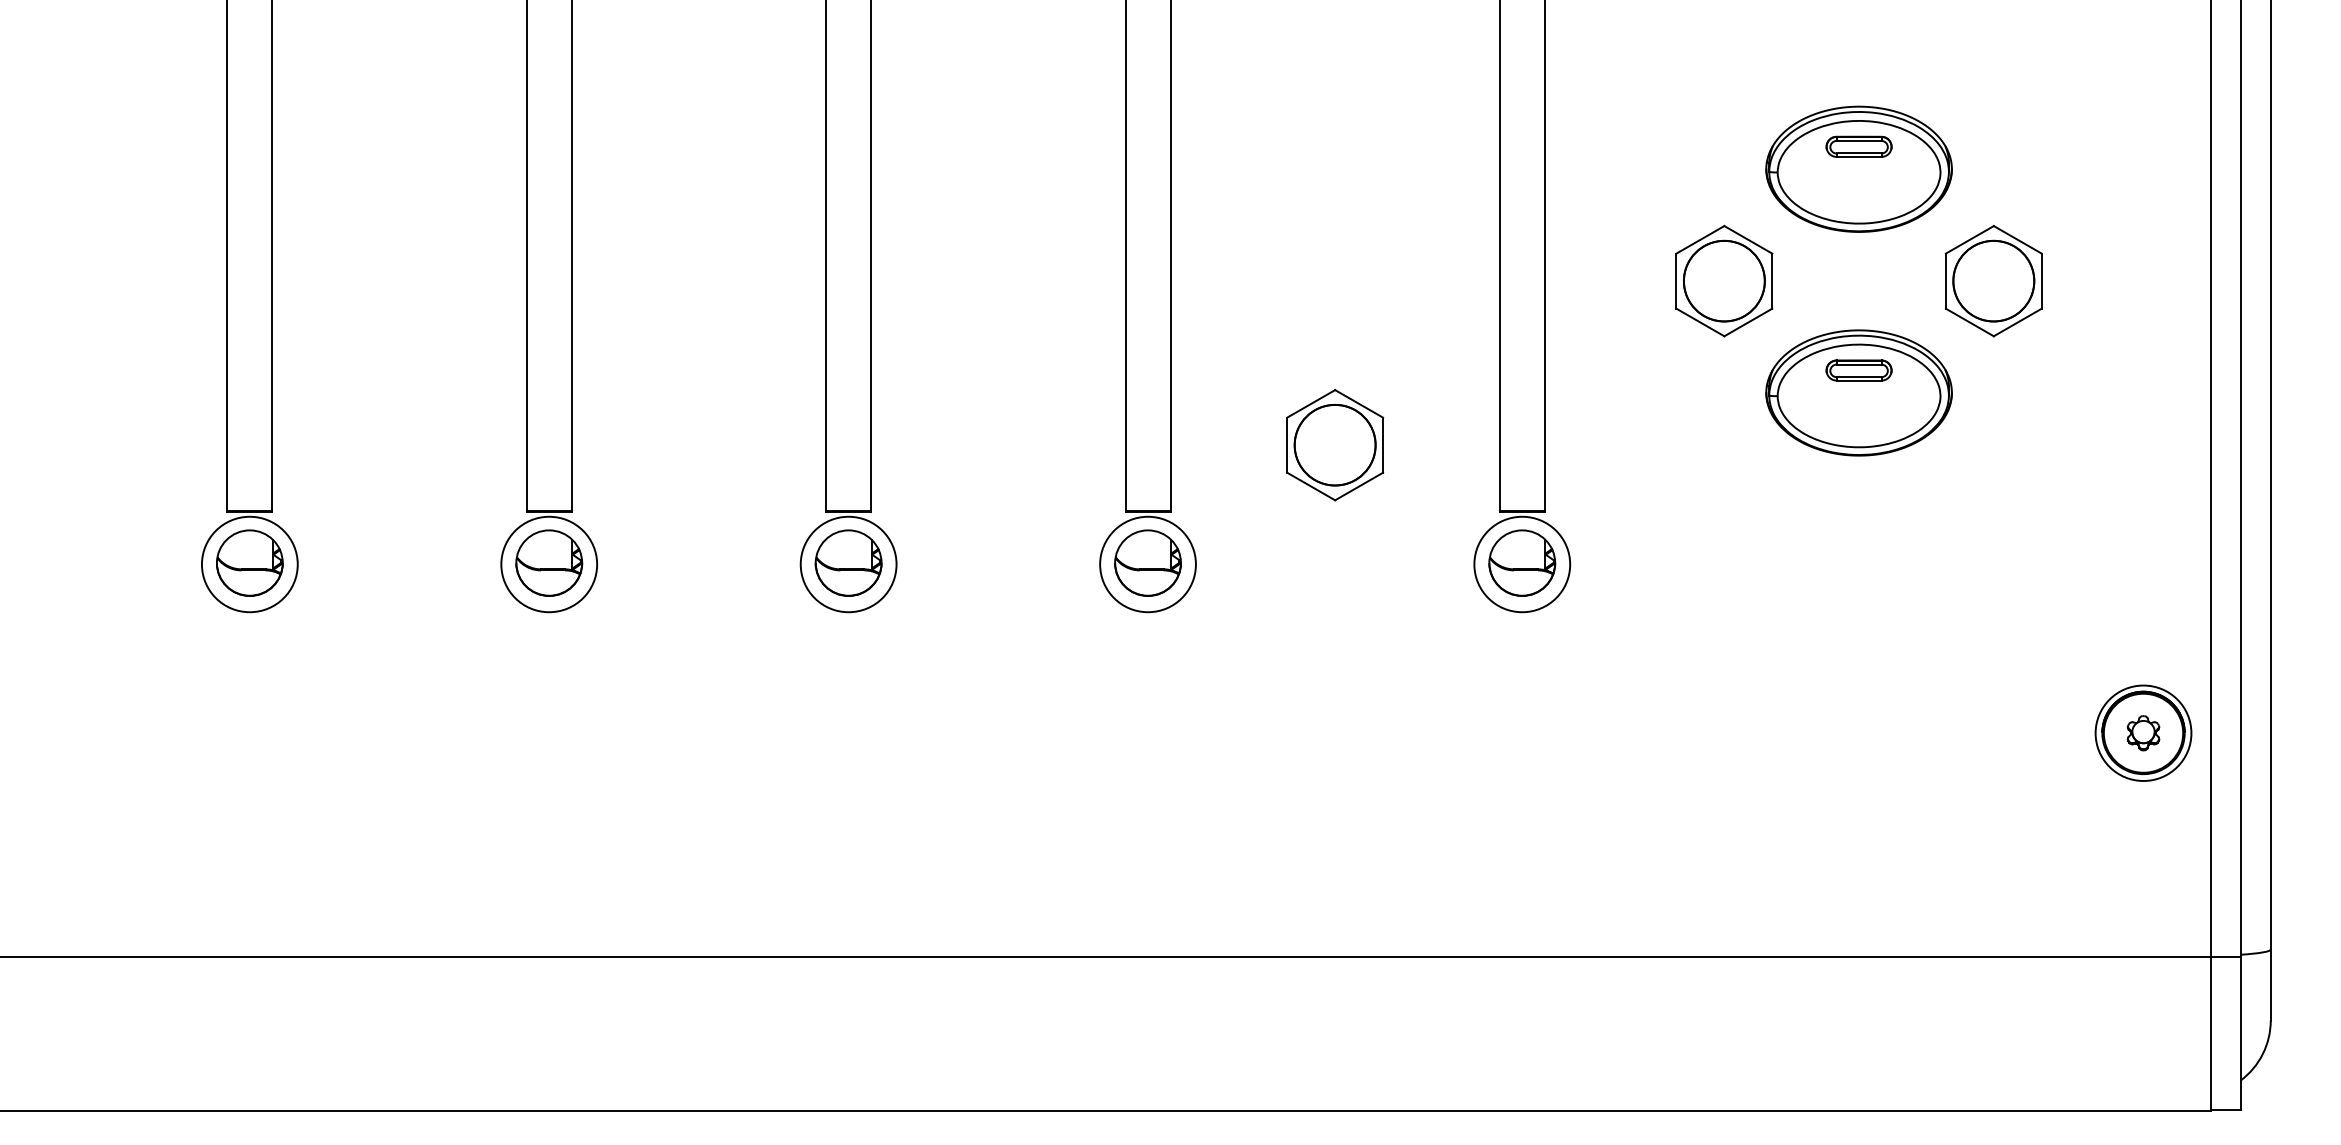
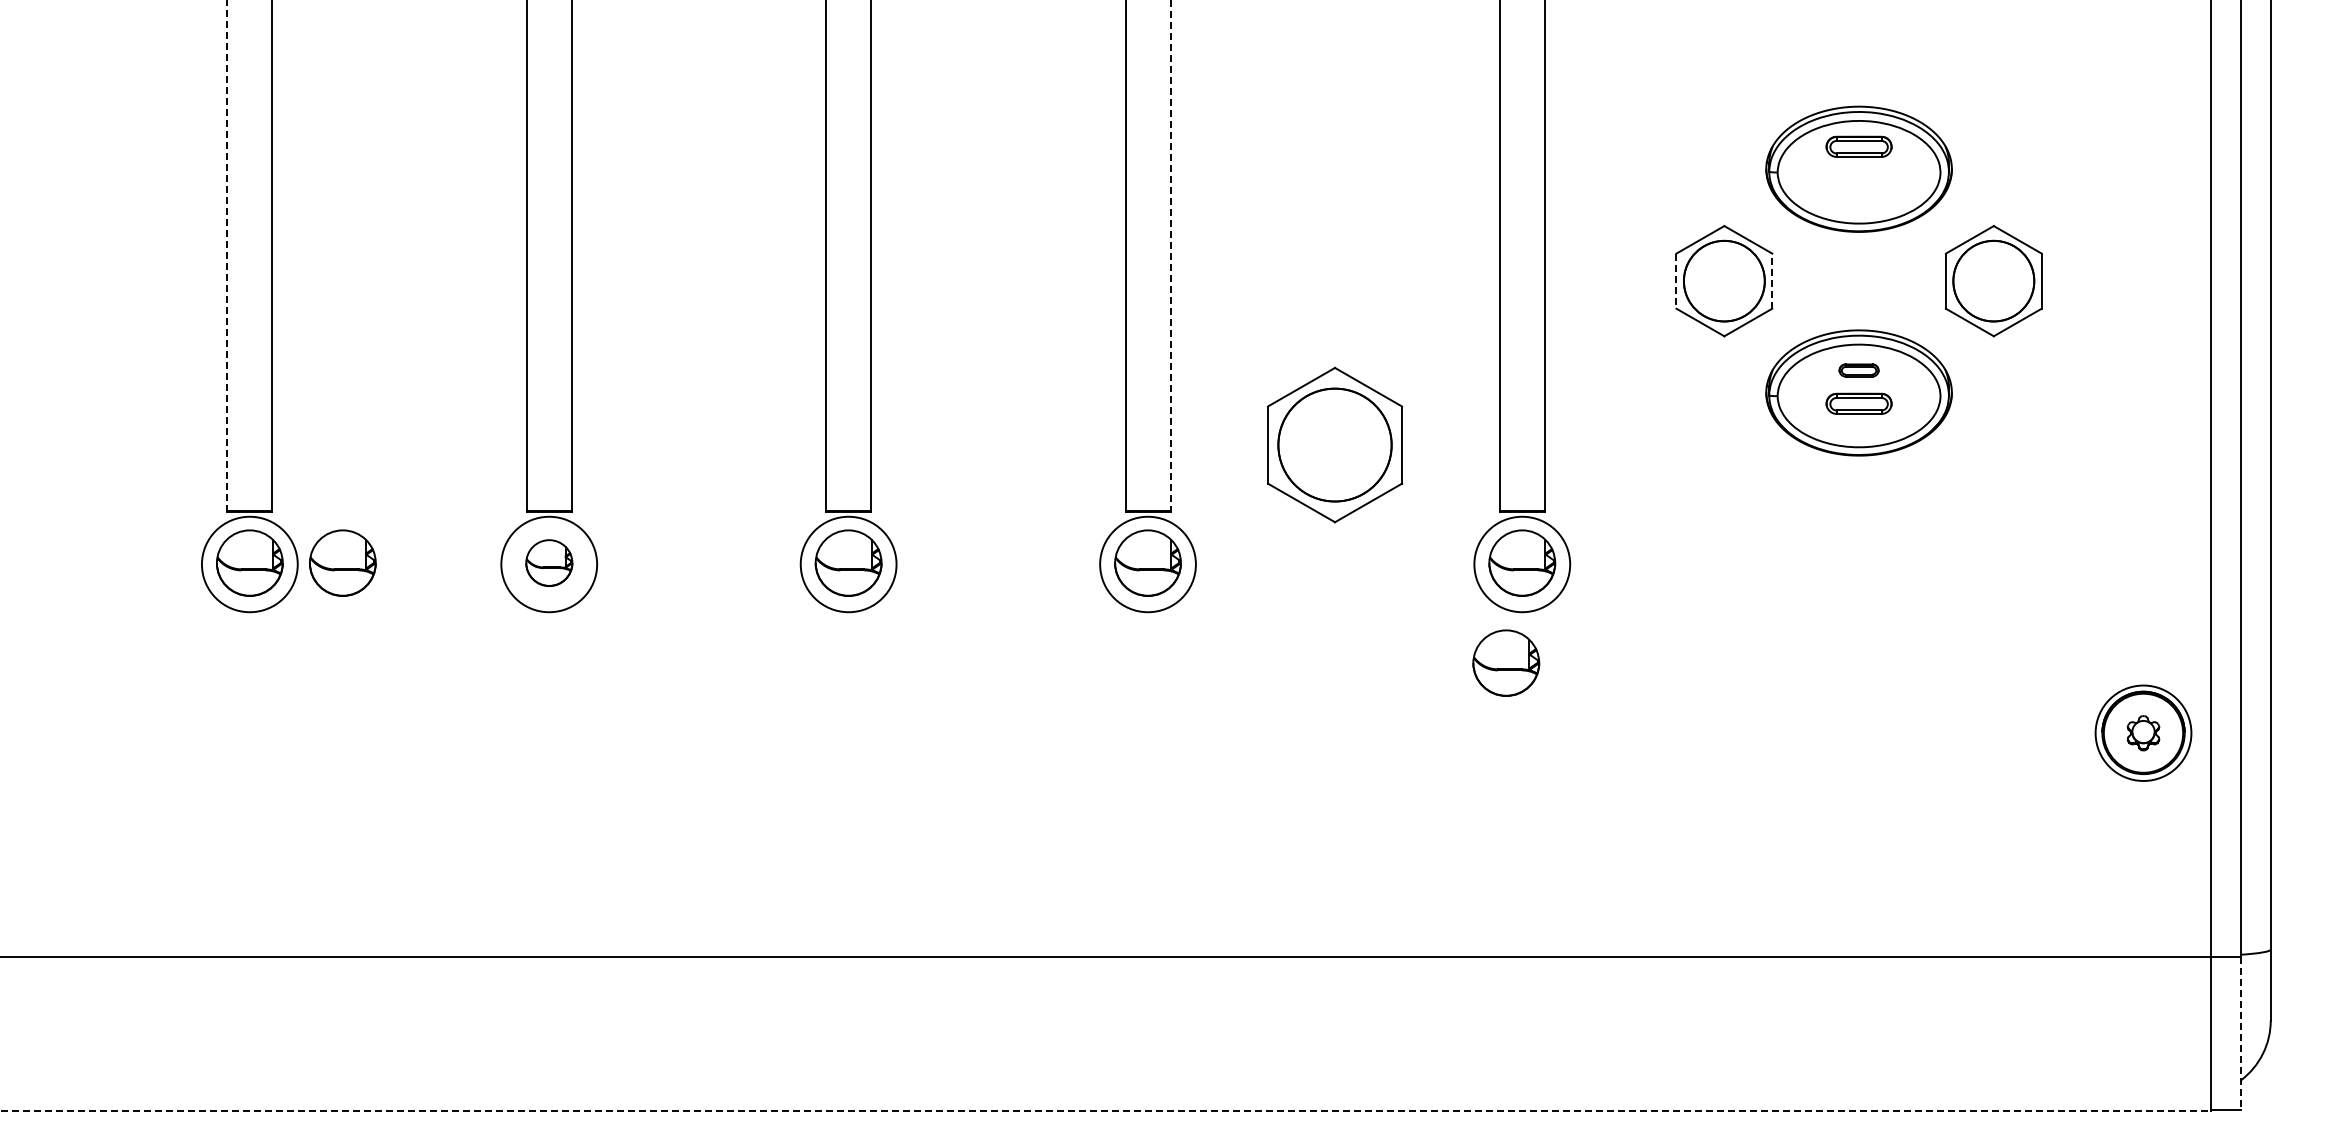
line at (227, 256): solid -> dashed
line at (1170, 256): solid -> dashed
line at (1676, 281): solid -> dashed
line at (1772, 281): solid -> dashed
part at (1858, 370) size: 68x23 px -> 42x15 px
part at (1858, 403): none -> present
part at (1335, 445) size: 99x113 px -> 138x158 px
part at (342, 562): none -> present
part at (549, 562) size: 69x68 px -> 49x48 px
part at (1506, 662): none -> present
line at (2240, 1033): solid -> dashed
line at (1105, 1110): solid -> dashed
